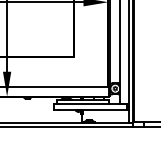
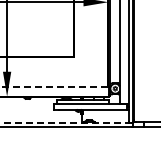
line at (54, 86): solid -> dashed
line at (66, 122): solid -> dashed
